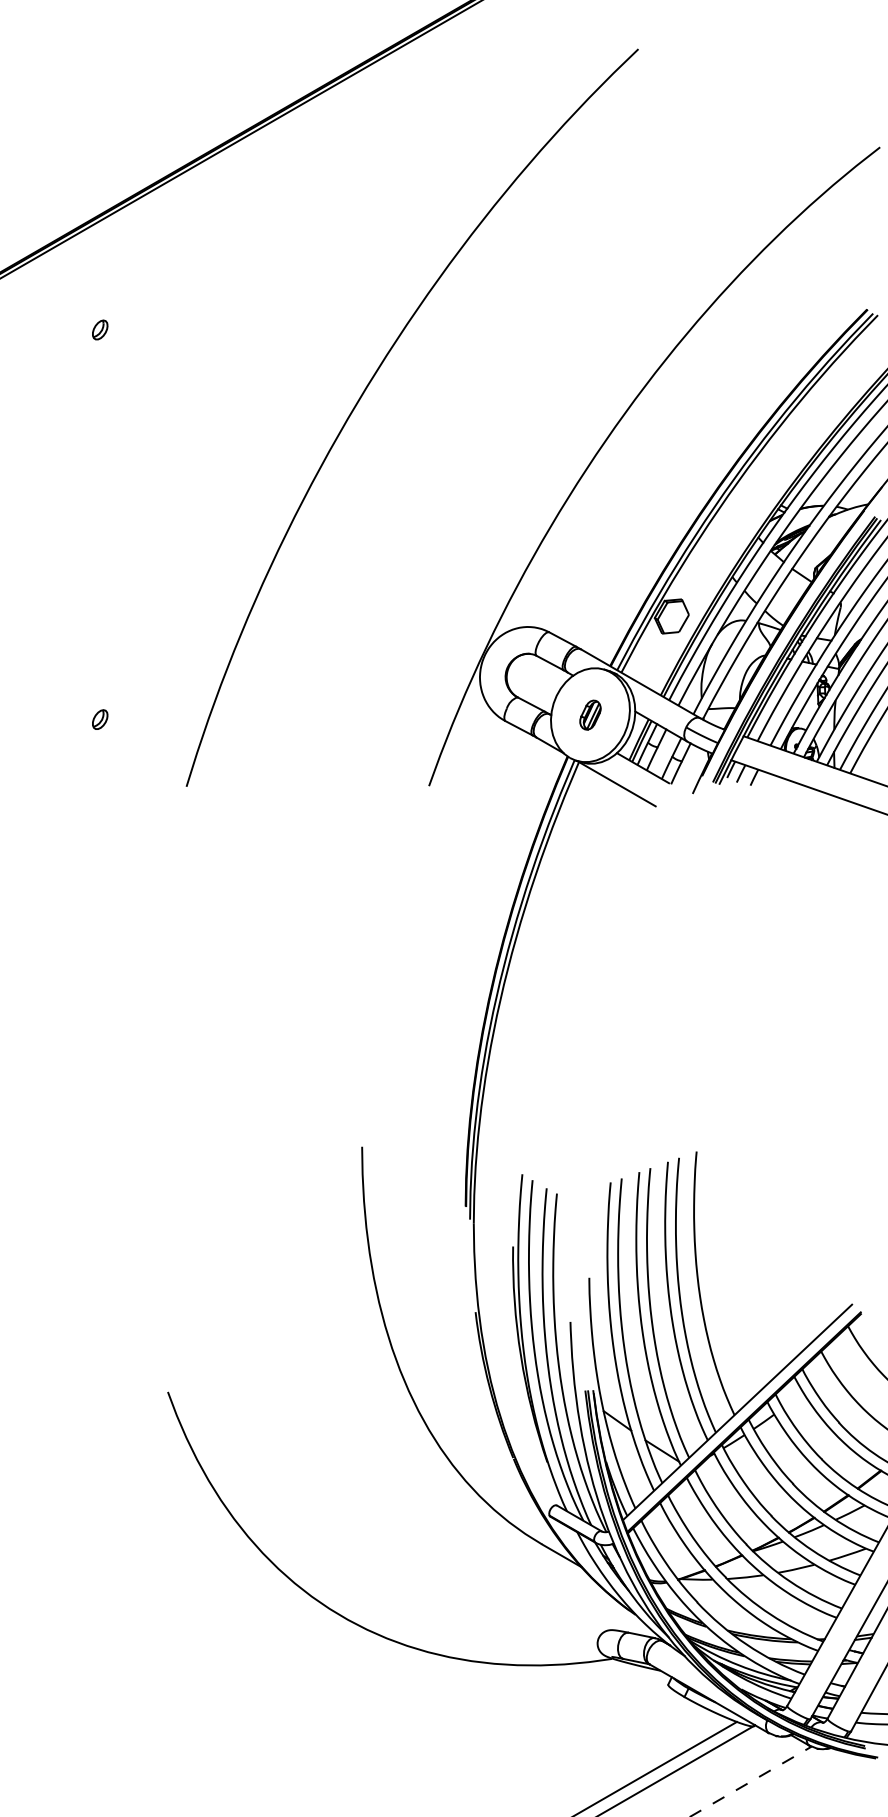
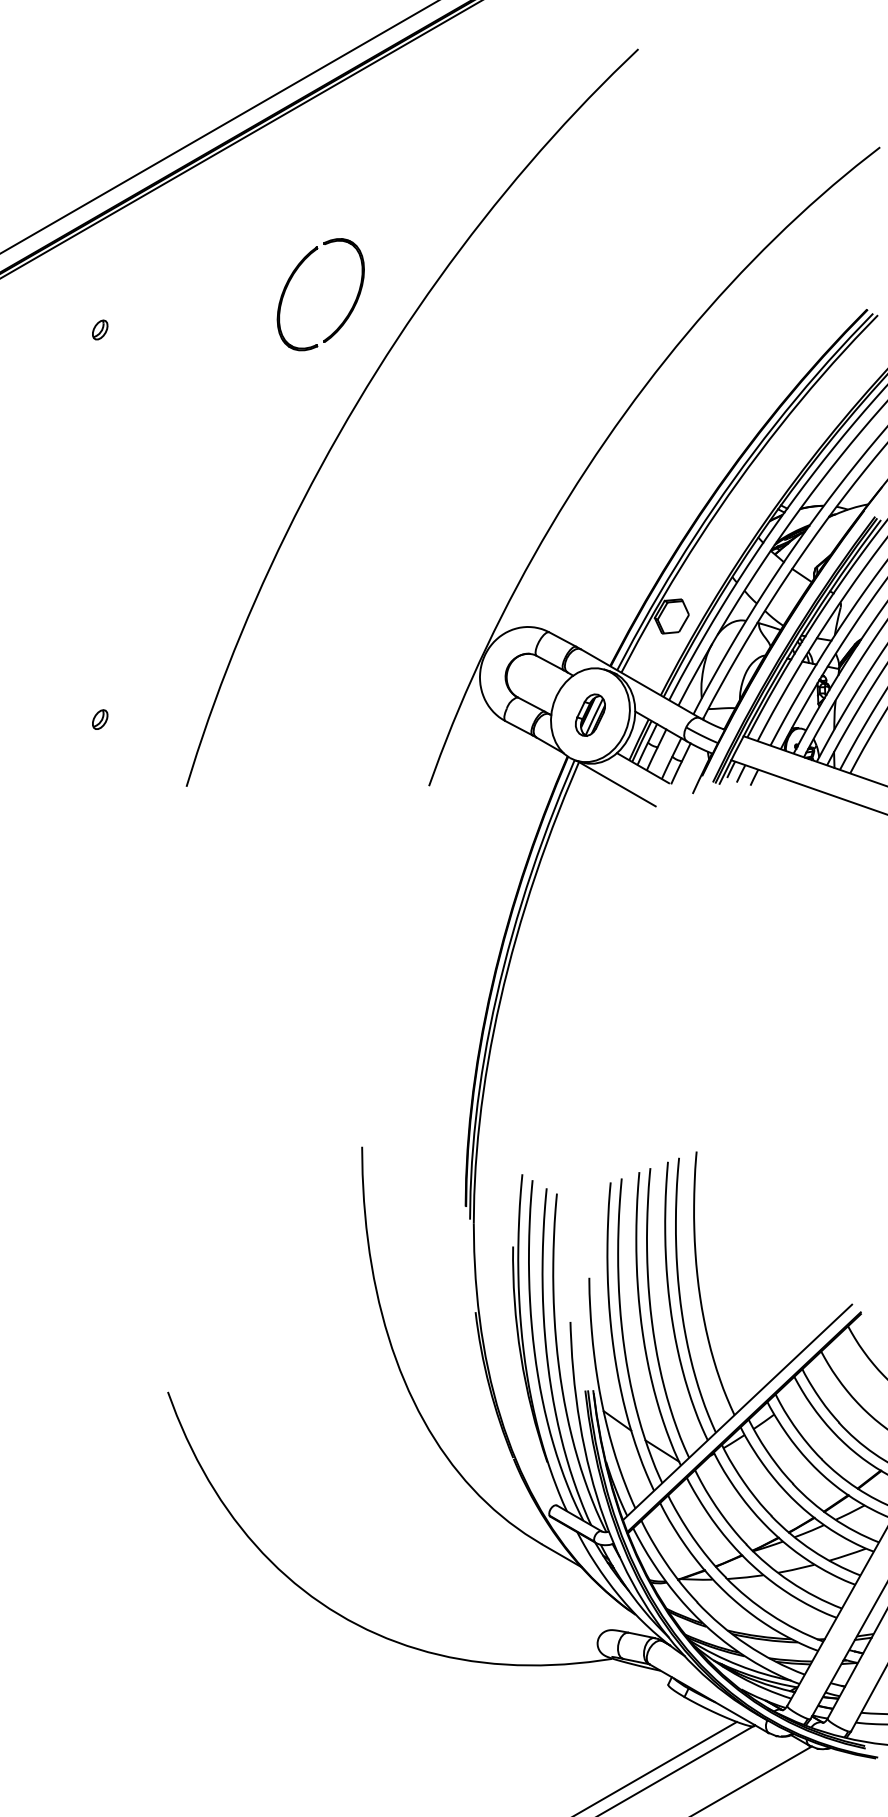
line at (218, 127): none -> present
part at (293, 276): none -> present
part at (590, 714) size: 23x32 px -> 31x44 px
line at (751, 1781): dashed -> solid
